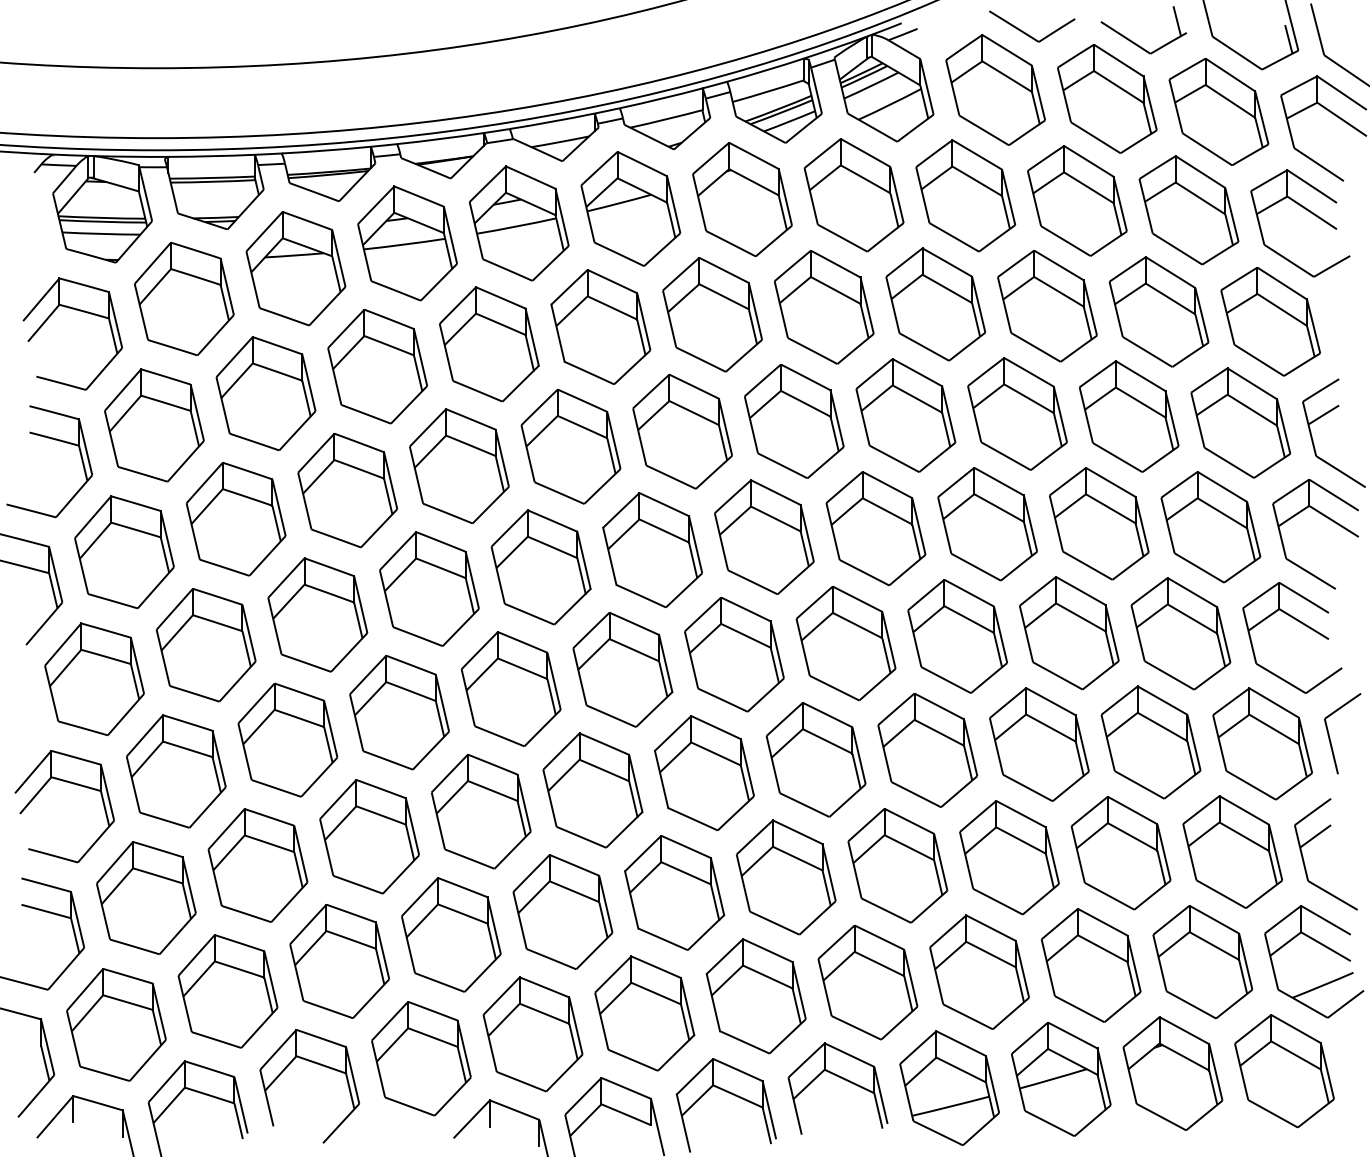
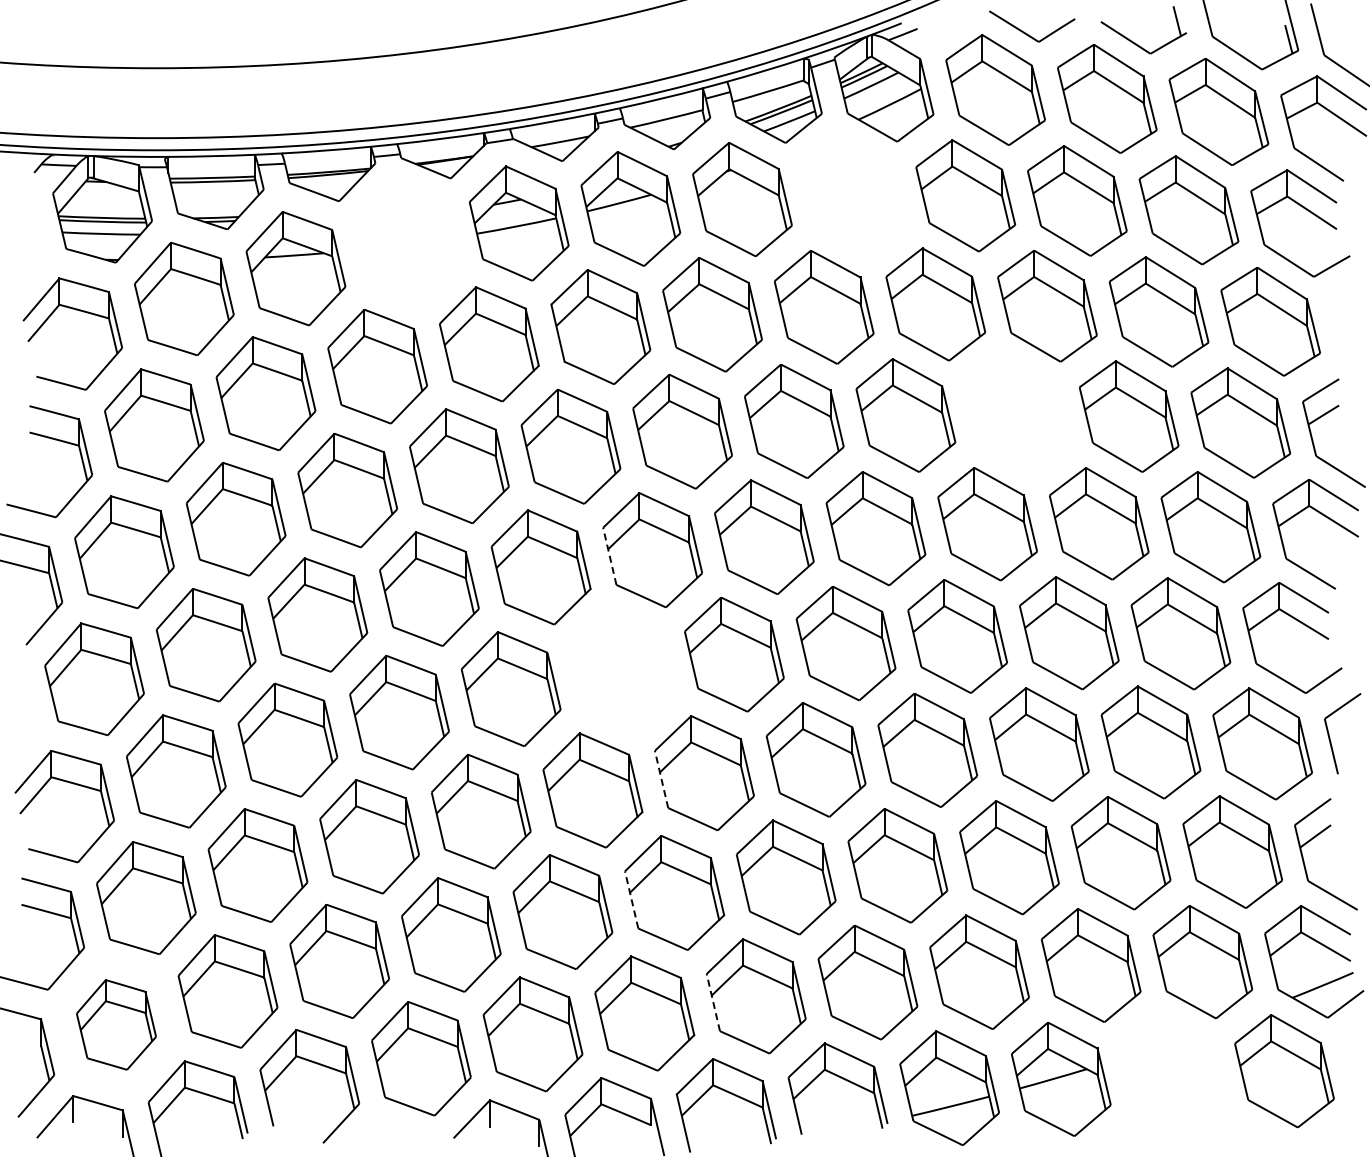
part at (853, 195): present -> none
part at (407, 243): present -> none
part at (1017, 413): present -> none
line at (609, 555): solid -> dashed
part at (622, 669): present -> none
line at (661, 779): solid -> dashed
line at (631, 899): solid -> dashed
line at (713, 1002): solid -> dashed
part at (116, 1024) size: 101x114 px -> 81x92 px
part at (1172, 1073): present -> none
